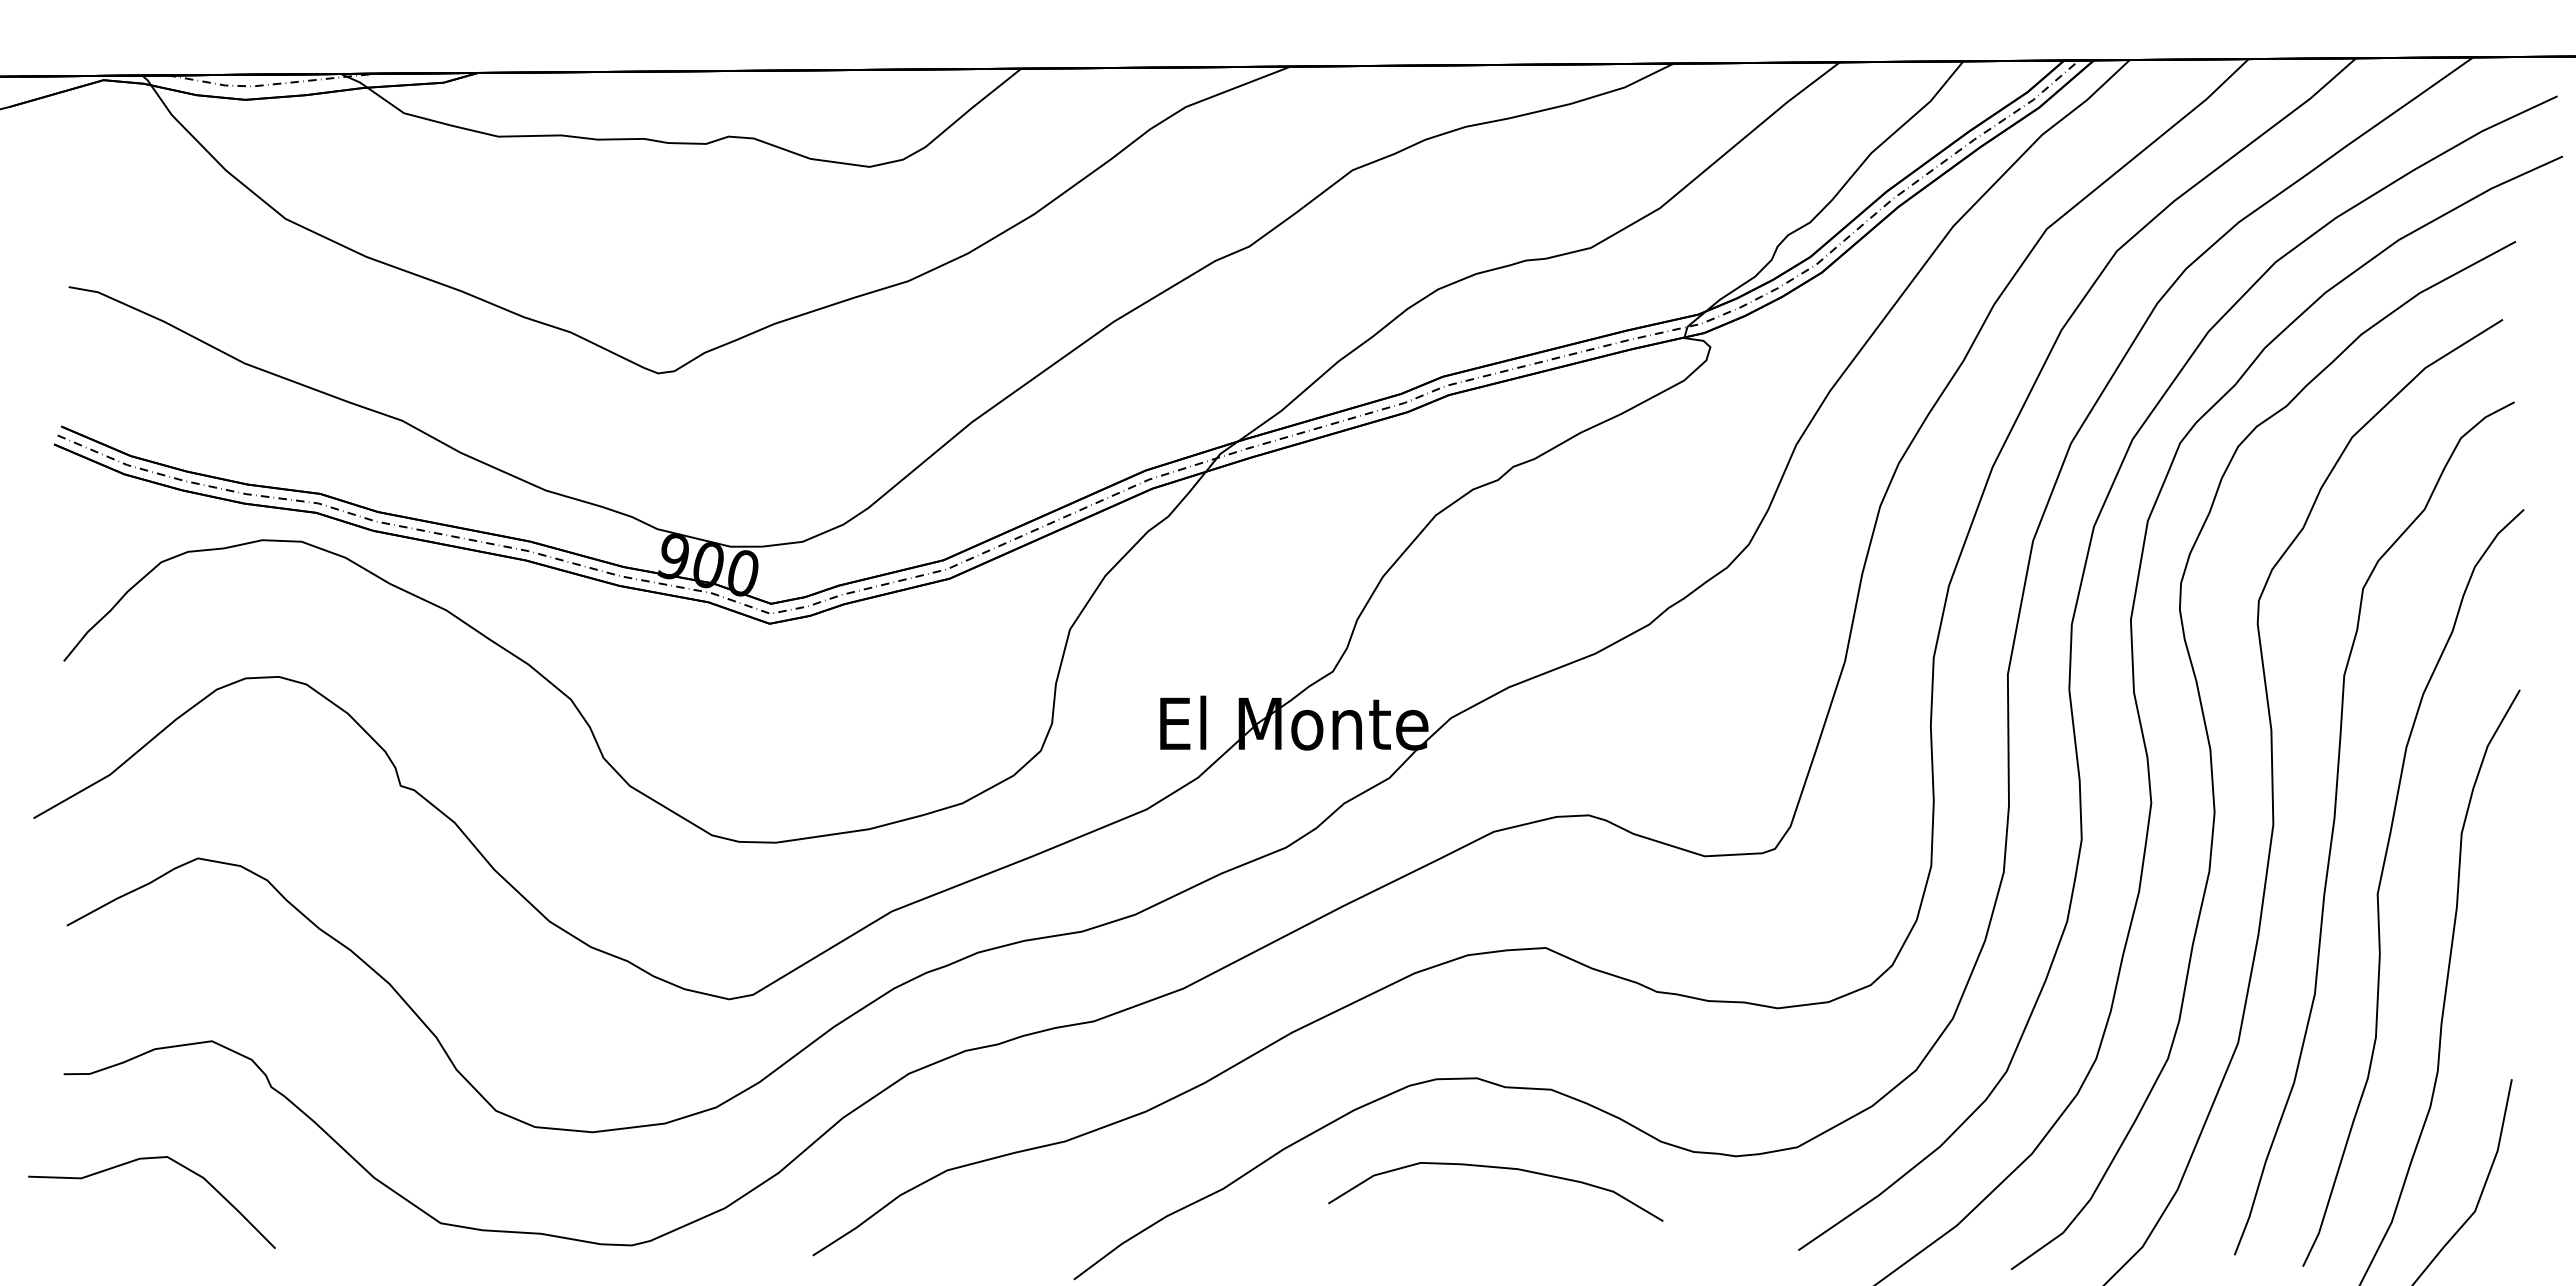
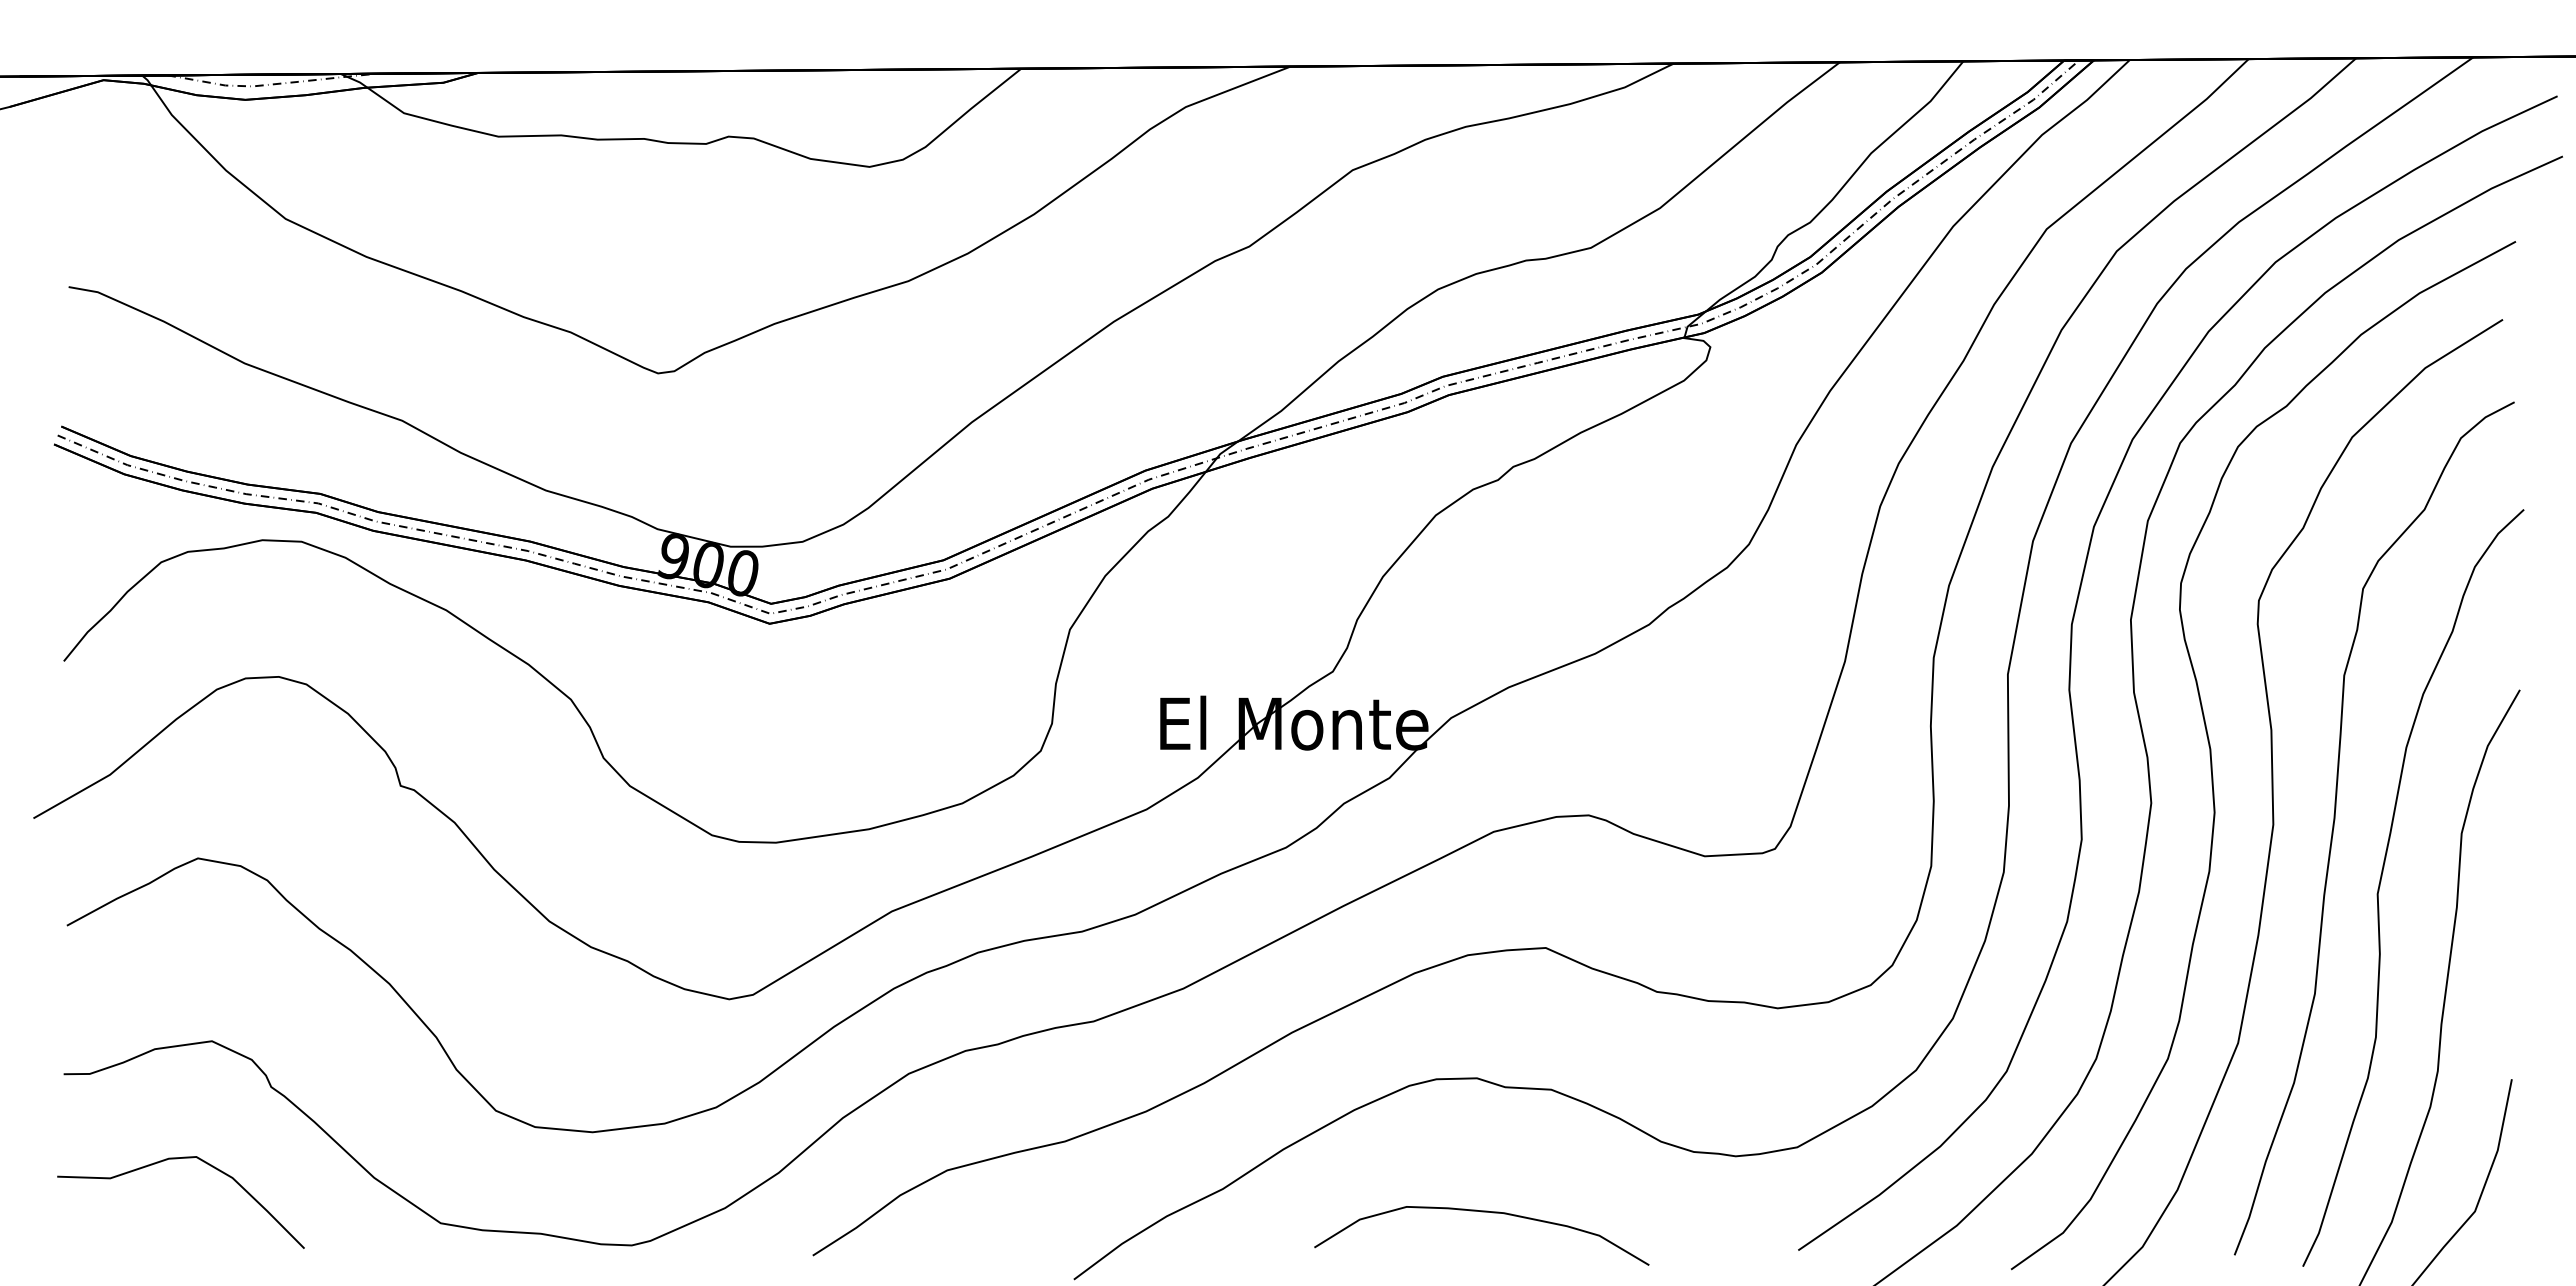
curve at (148, 1159) position: (148, 1159) -> (177, 1159)
curve at (1495, 1168) position: (1495, 1168) -> (1481, 1212)
